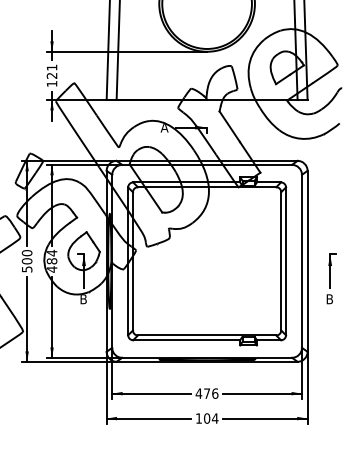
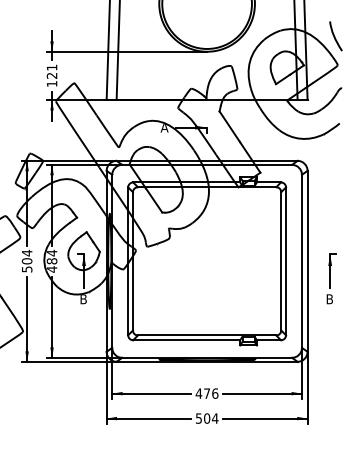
curve at (335, 36): none -> present
text at (26, 252): 500 -> 504
text at (198, 418): 104 -> 504
